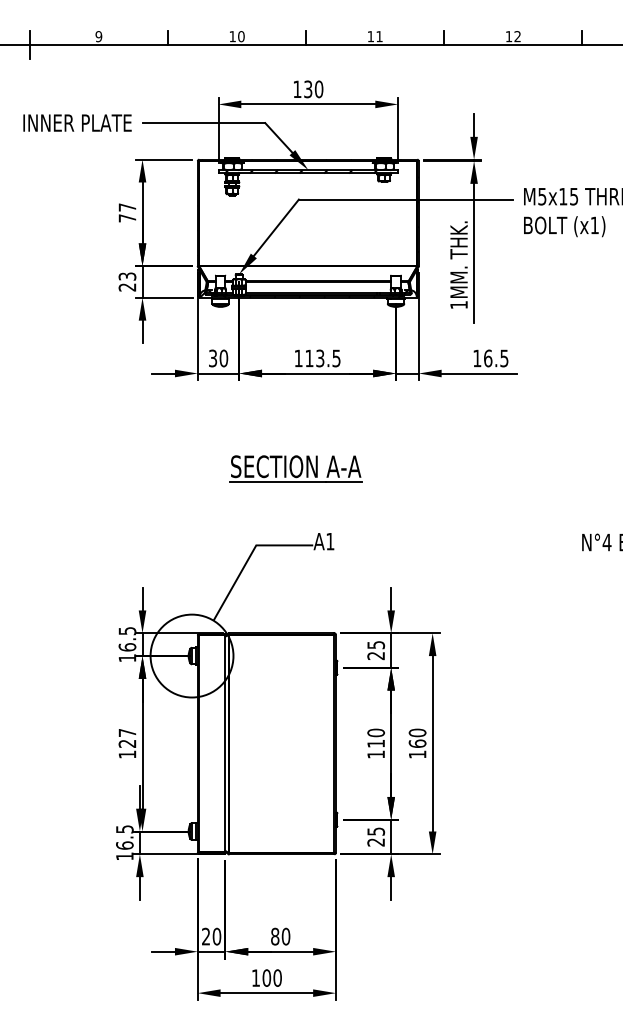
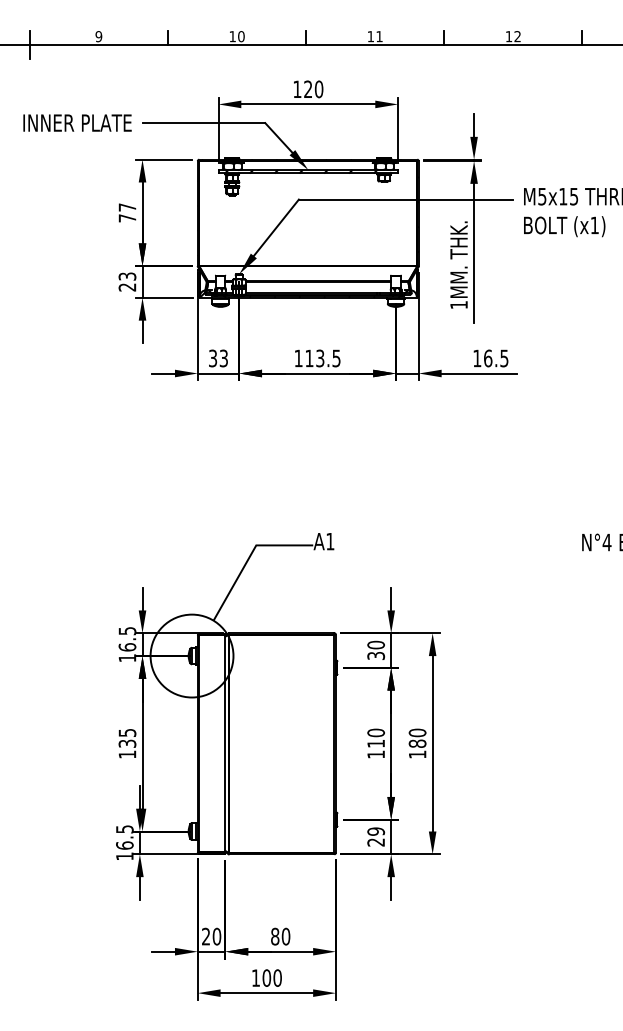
text at (308, 89): 130 -> 120
text at (223, 358): 30 -> 33
part at (295, 468): present -> none
text at (376, 649): 25 -> 30
text at (127, 738): 127 -> 135
text at (417, 743): 160 -> 180
text at (375, 831): 25 -> 29
